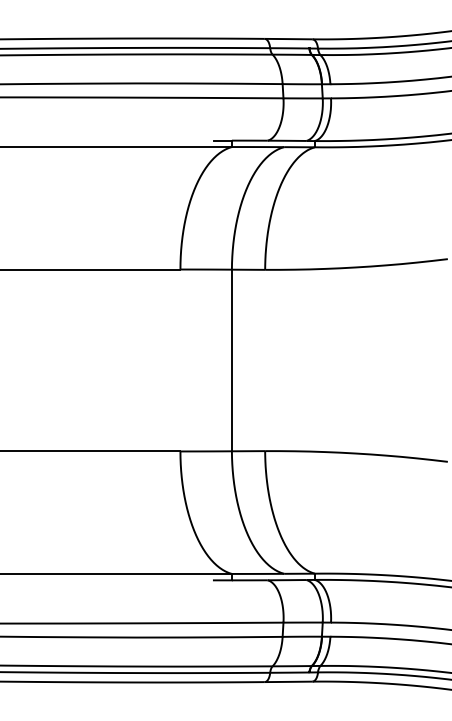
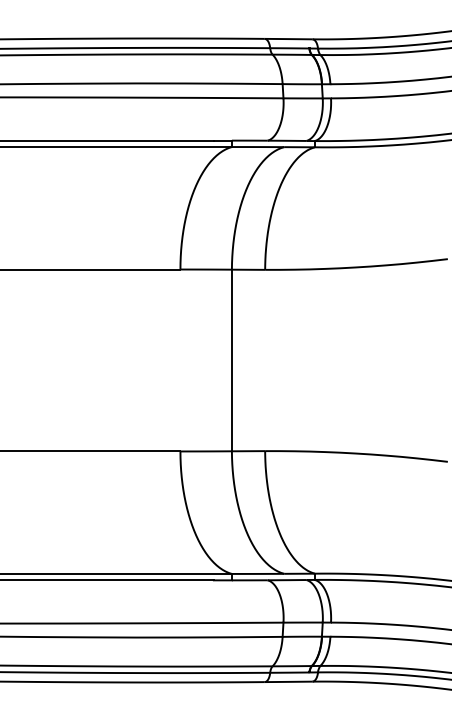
line at (107, 140): none -> present
line at (107, 580): none -> present
